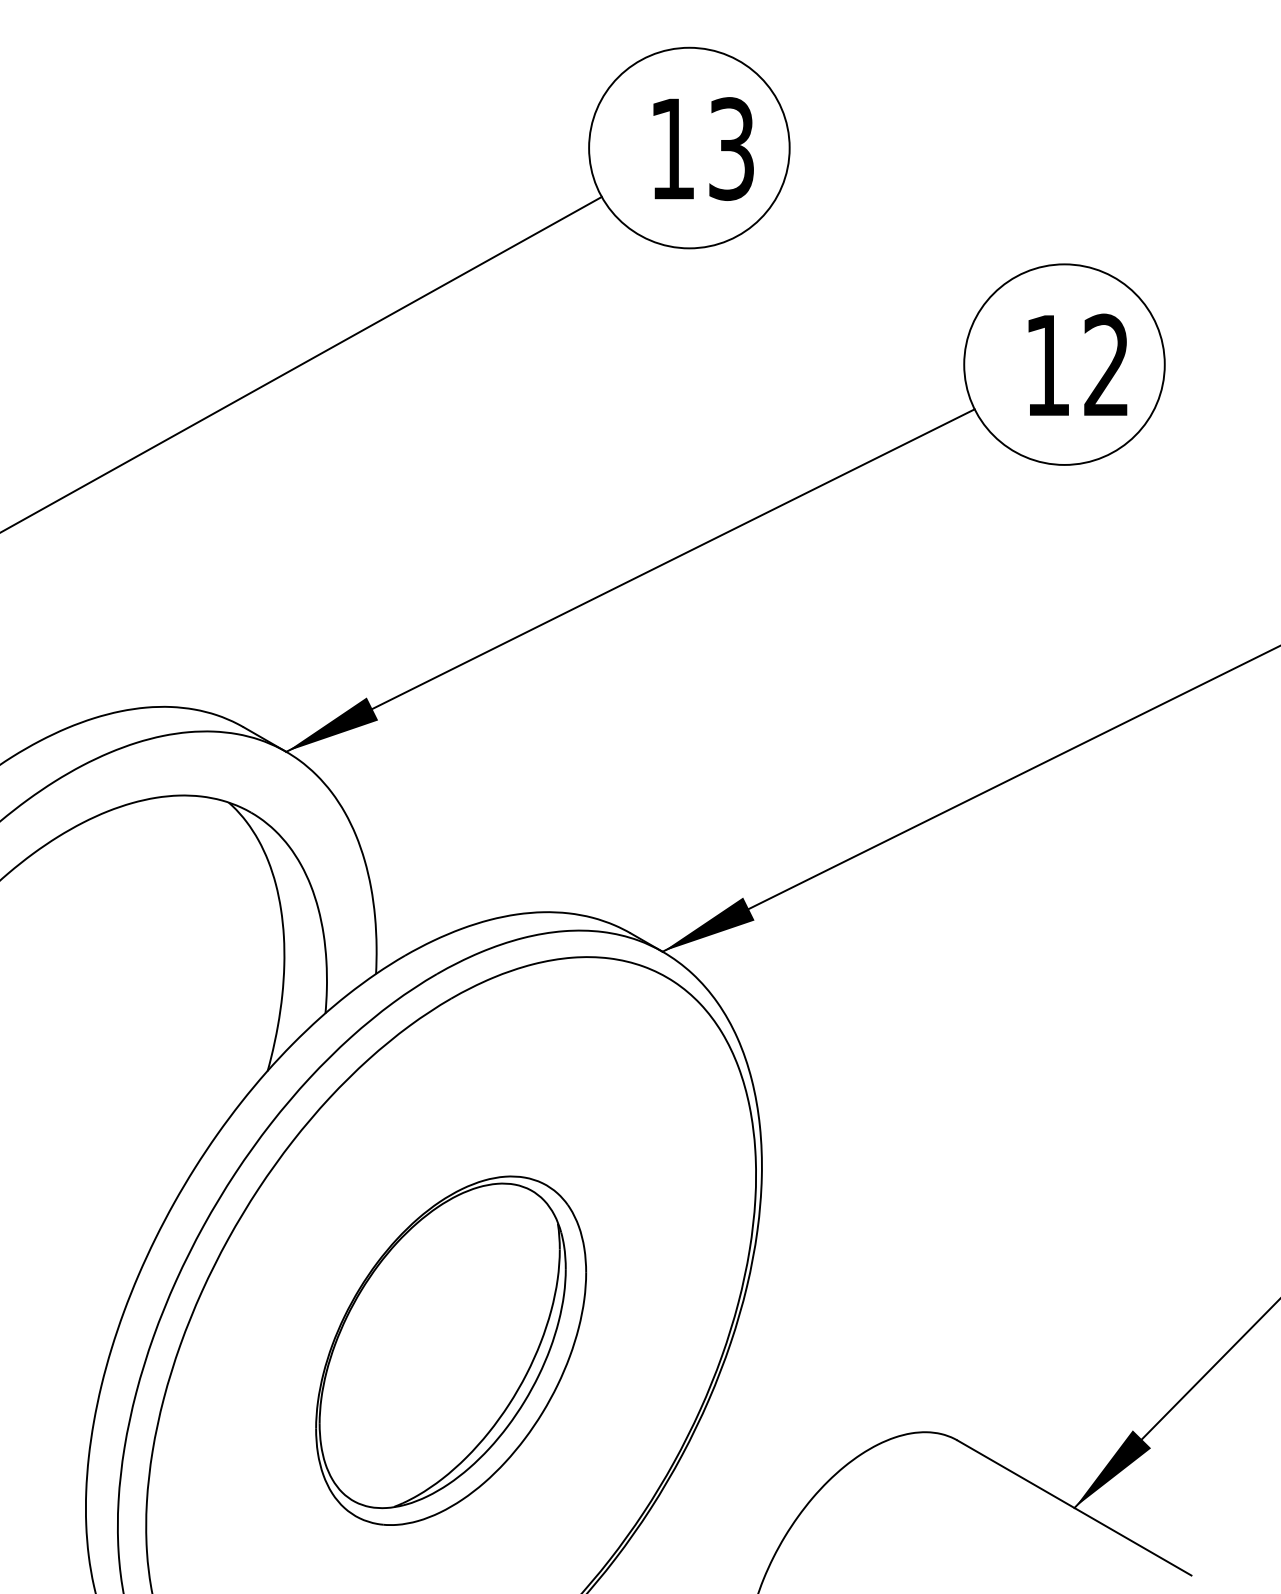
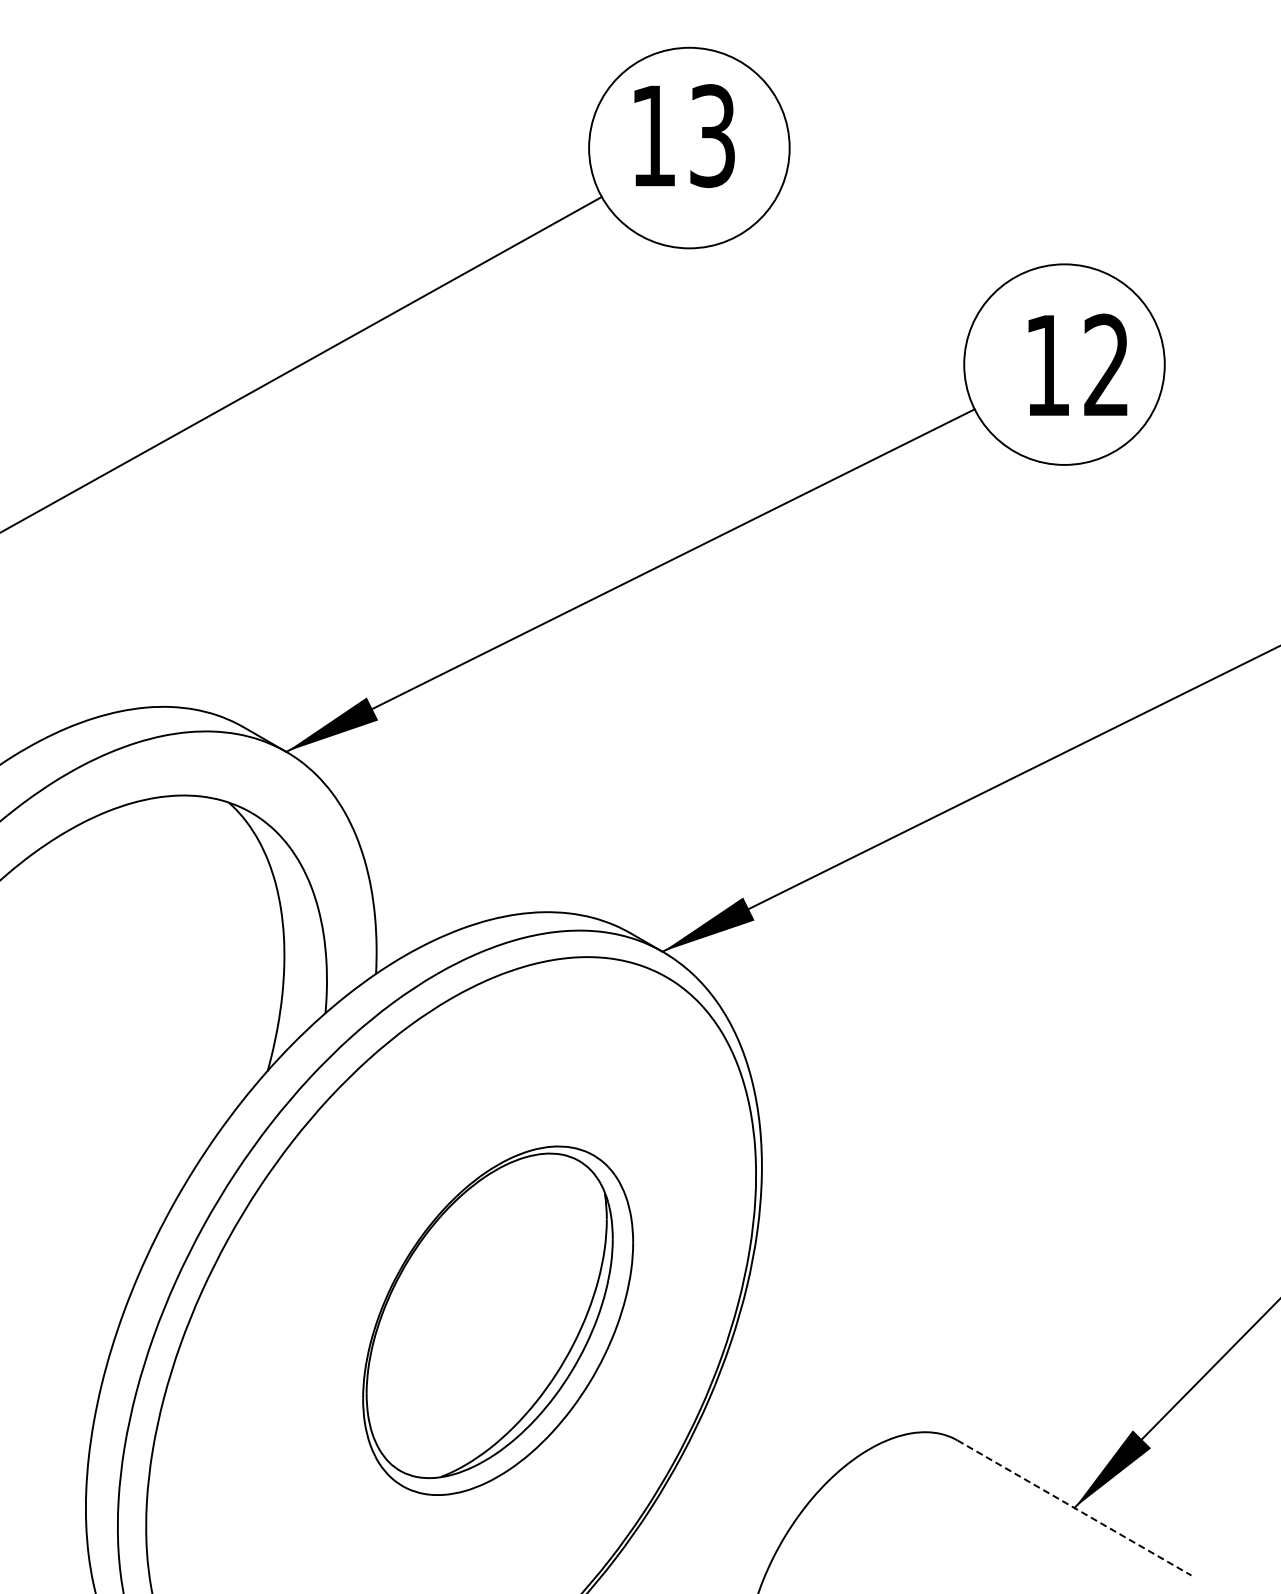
text at (703, 148) position: (703, 148) -> (684, 135)
part at (451, 1350) position: (451, 1350) -> (498, 1320)
line at (1074, 1508): solid -> dashed
